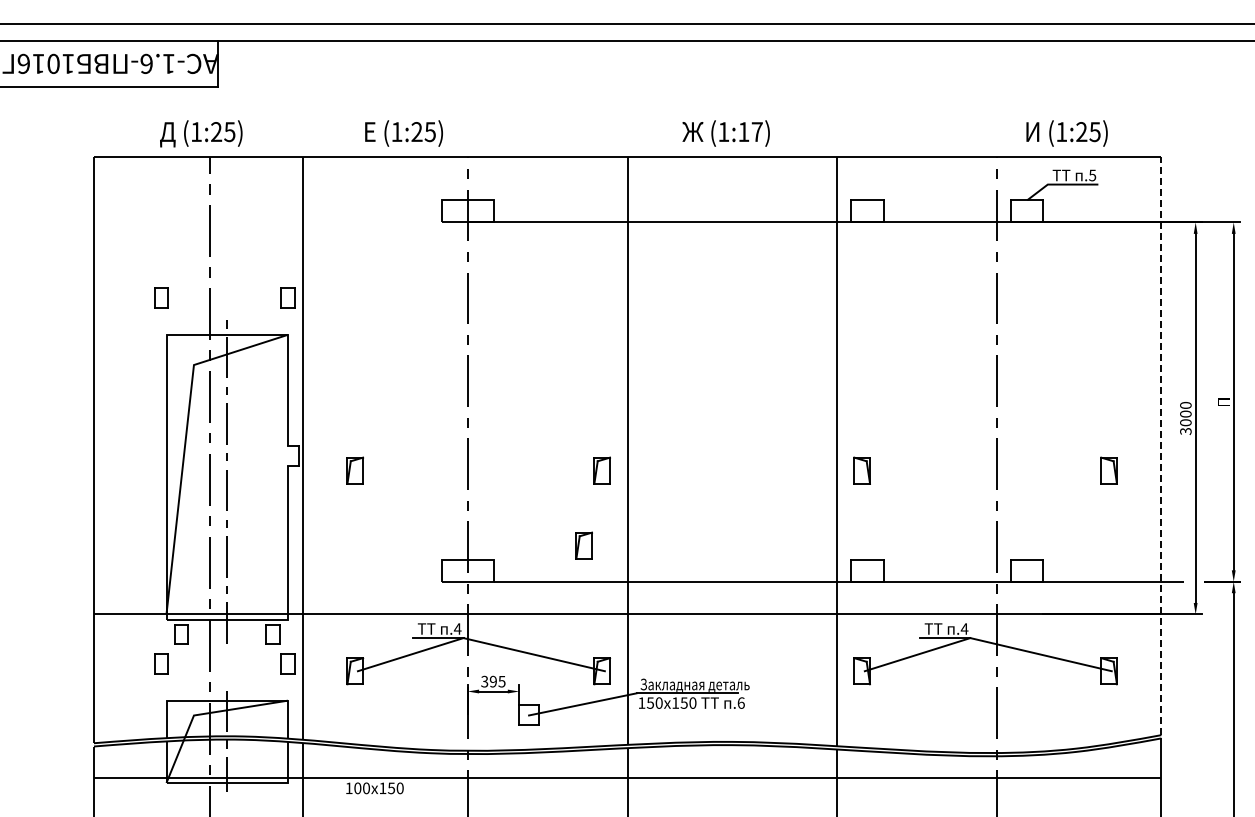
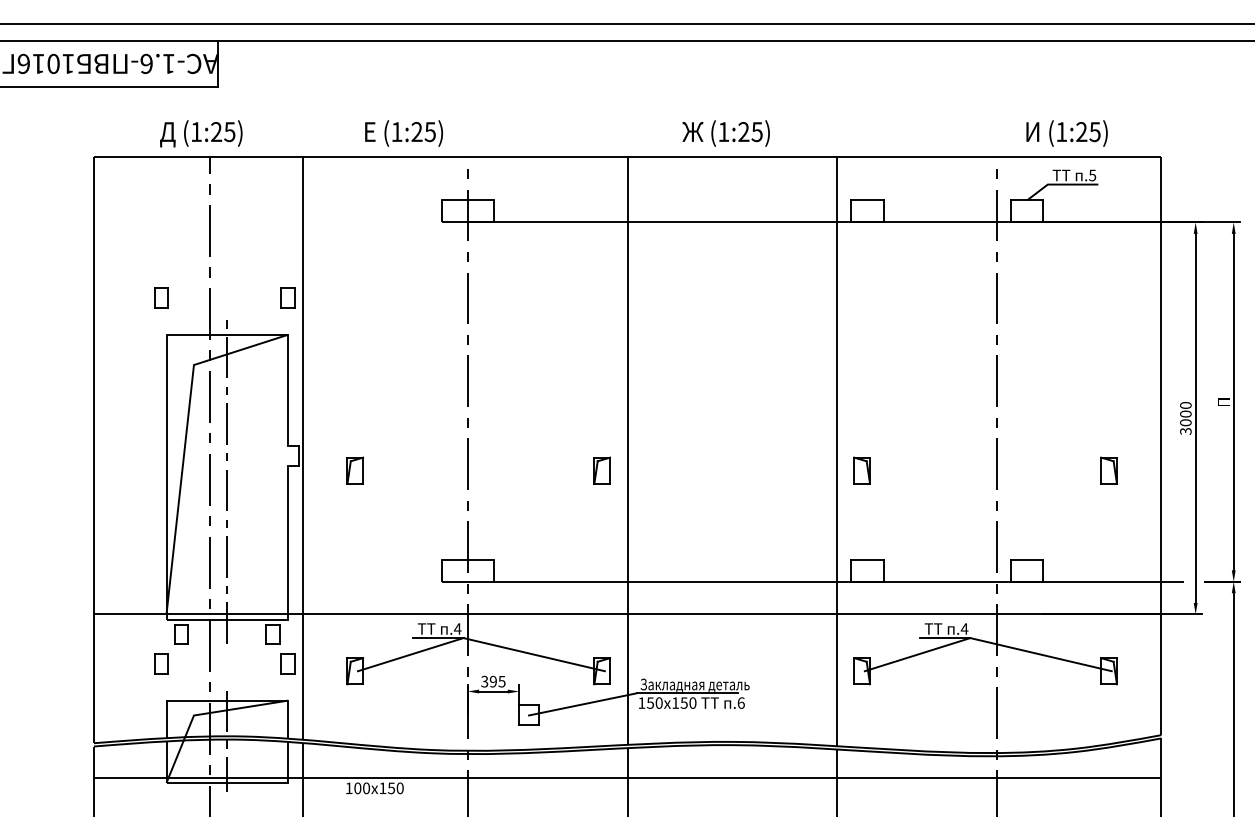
text at (750, 132): (1:17) -> (1:25)
line at (1161, 445): dashed -> solid
part at (583, 545): present -> none
